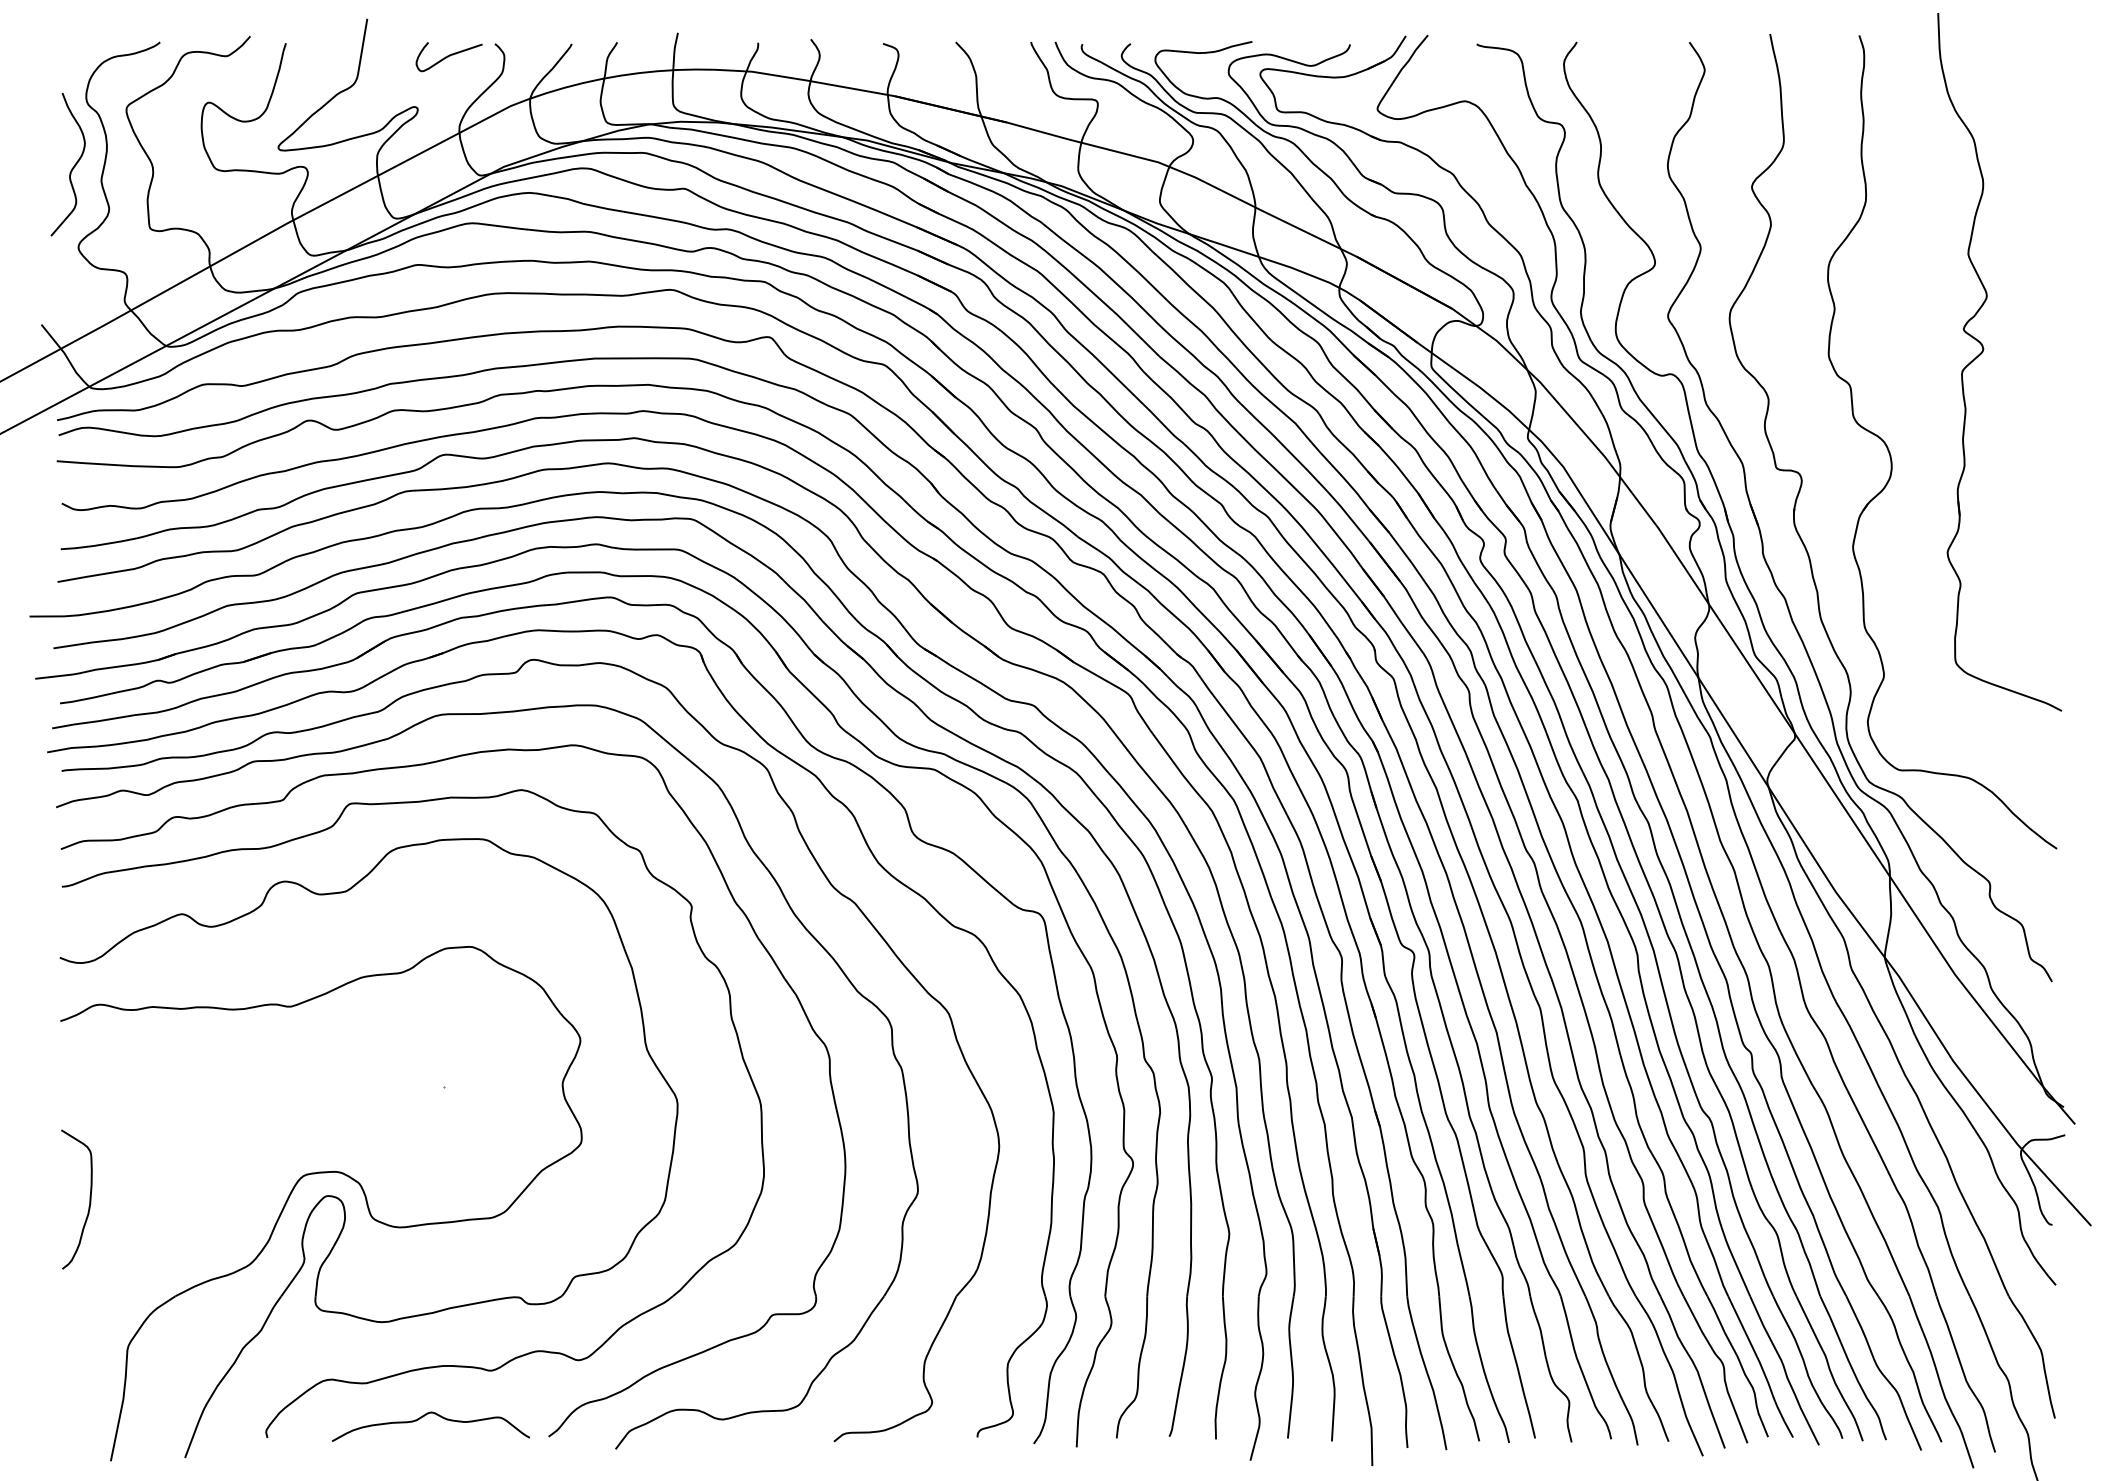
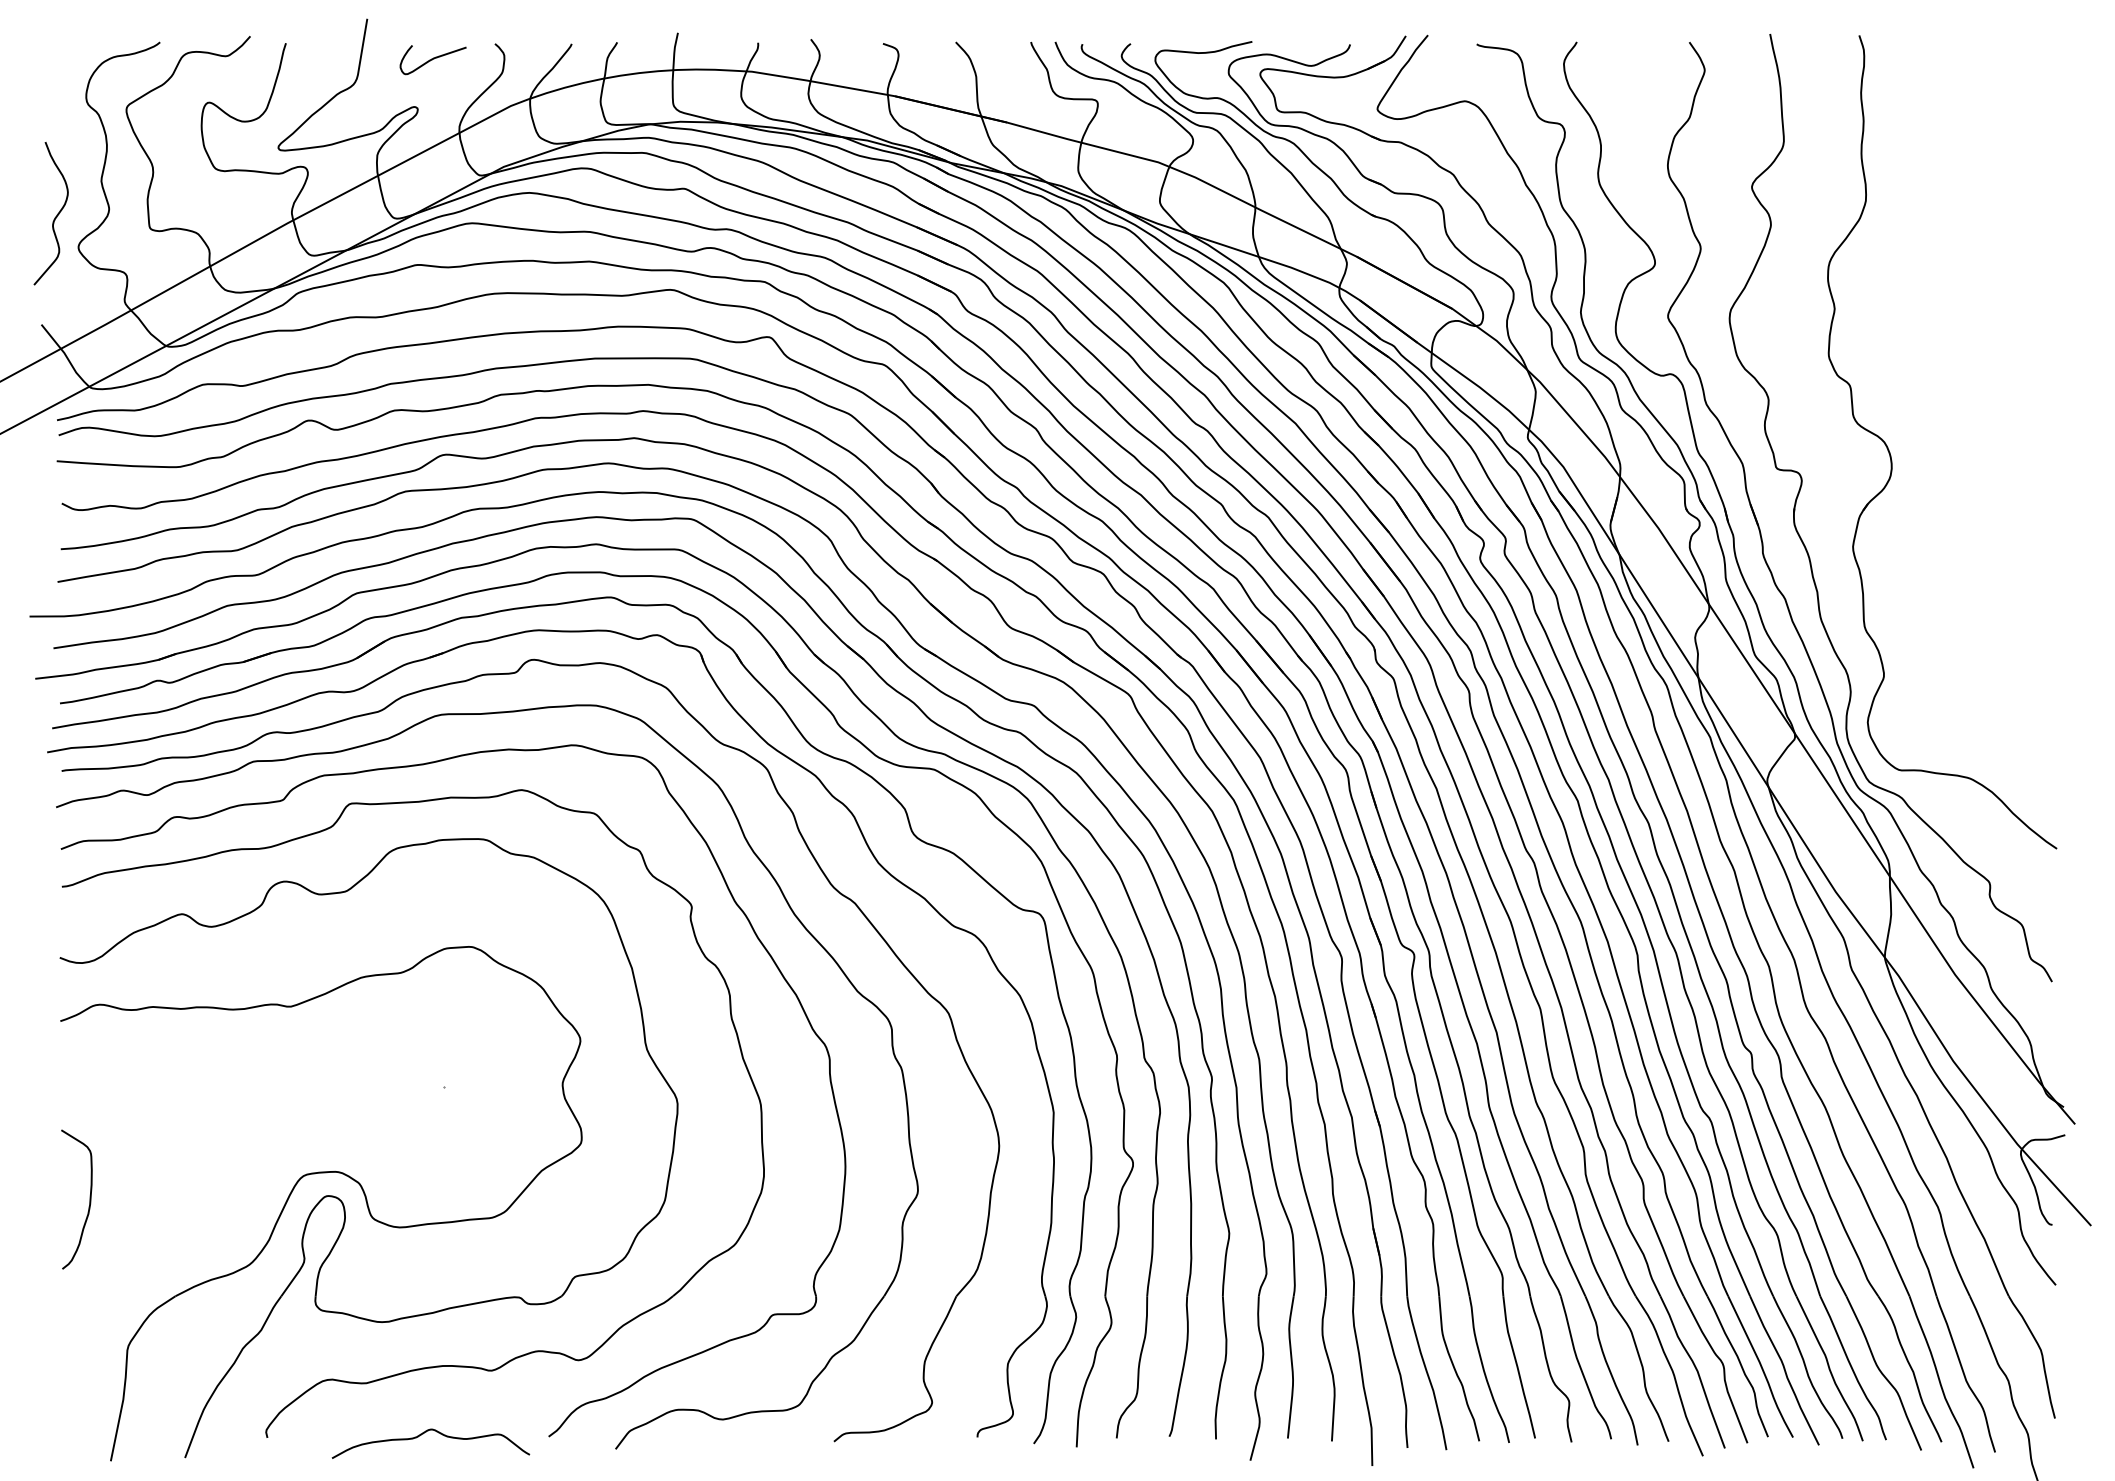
curve at (448, 57) position: (448, 57) -> (432, 60)
curve at (71, 168) position: (71, 168) -> (54, 217)
part at (1983, 352): present -> none
curve at (423, 1417) position: (423, 1417) -> (423, 1434)
